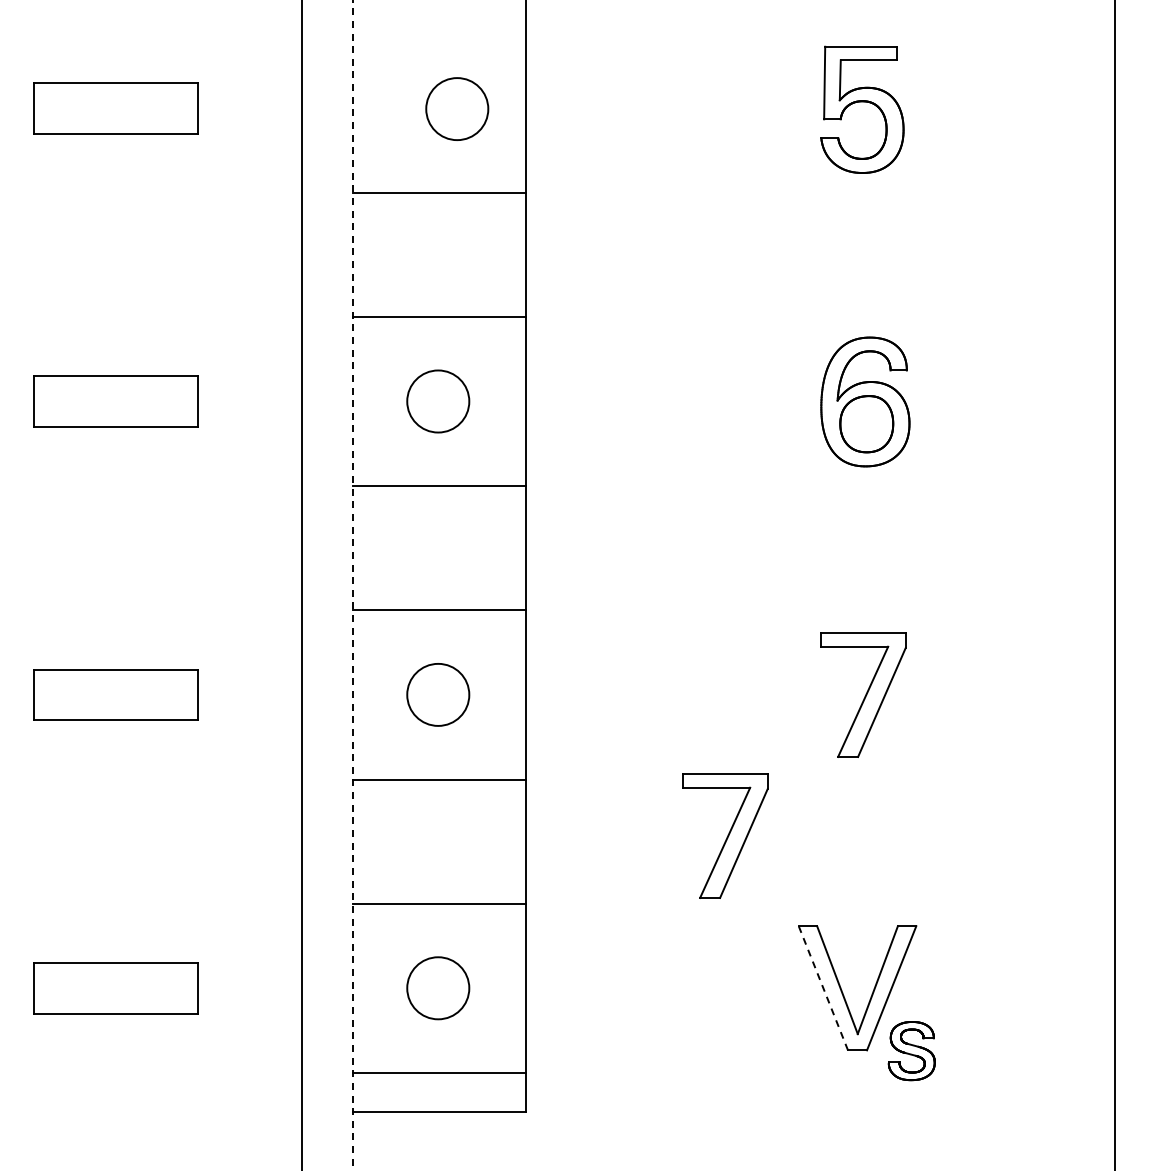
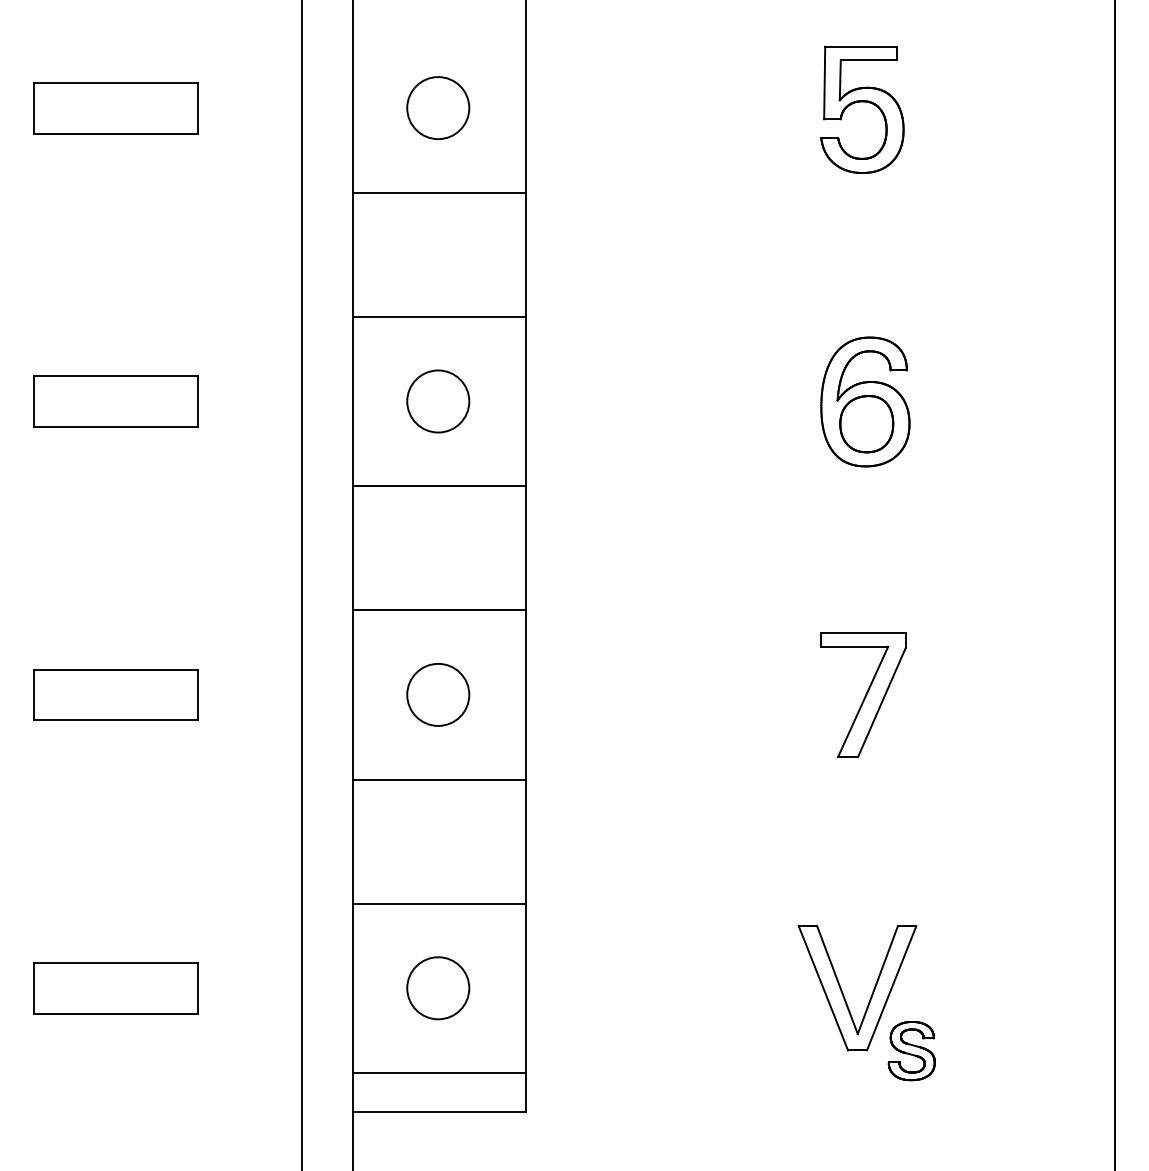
circle at (457, 108) position: (457, 108) -> (438, 107)
line at (353, 584): dashed -> solid
part at (725, 835): present -> none
line at (823, 988): dashed -> solid
